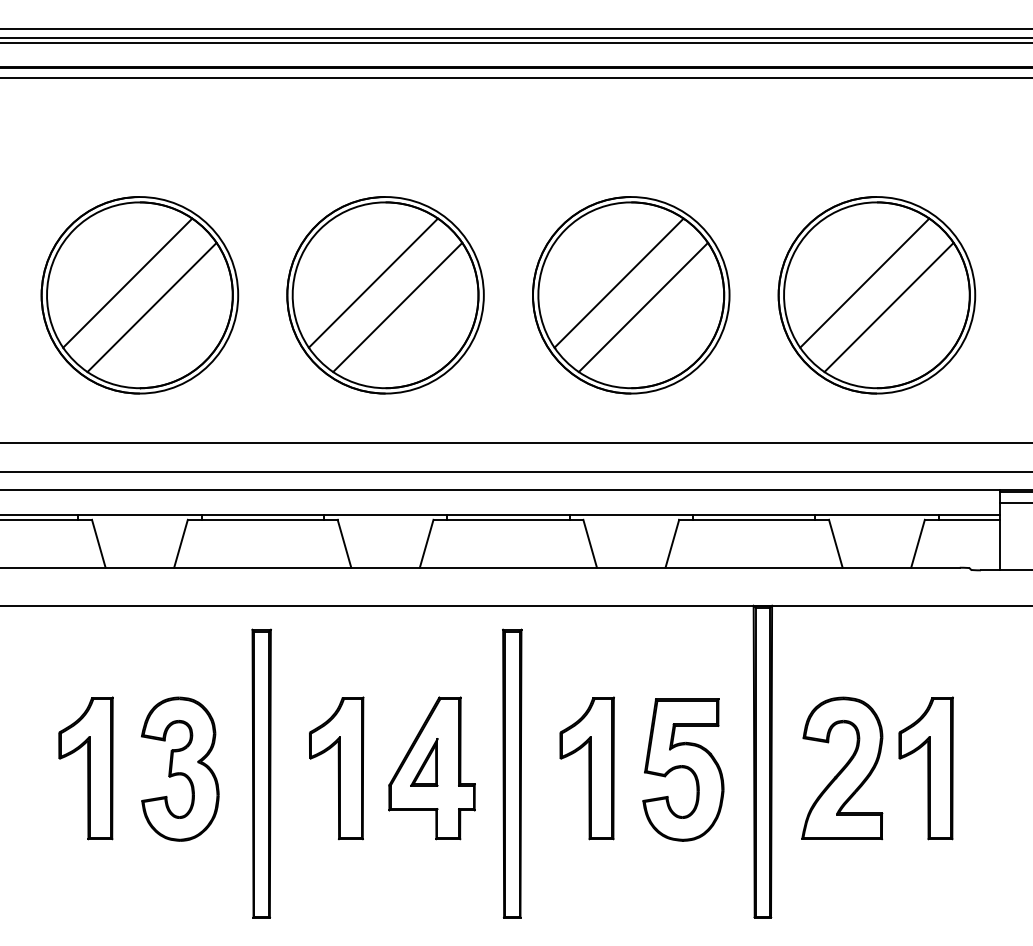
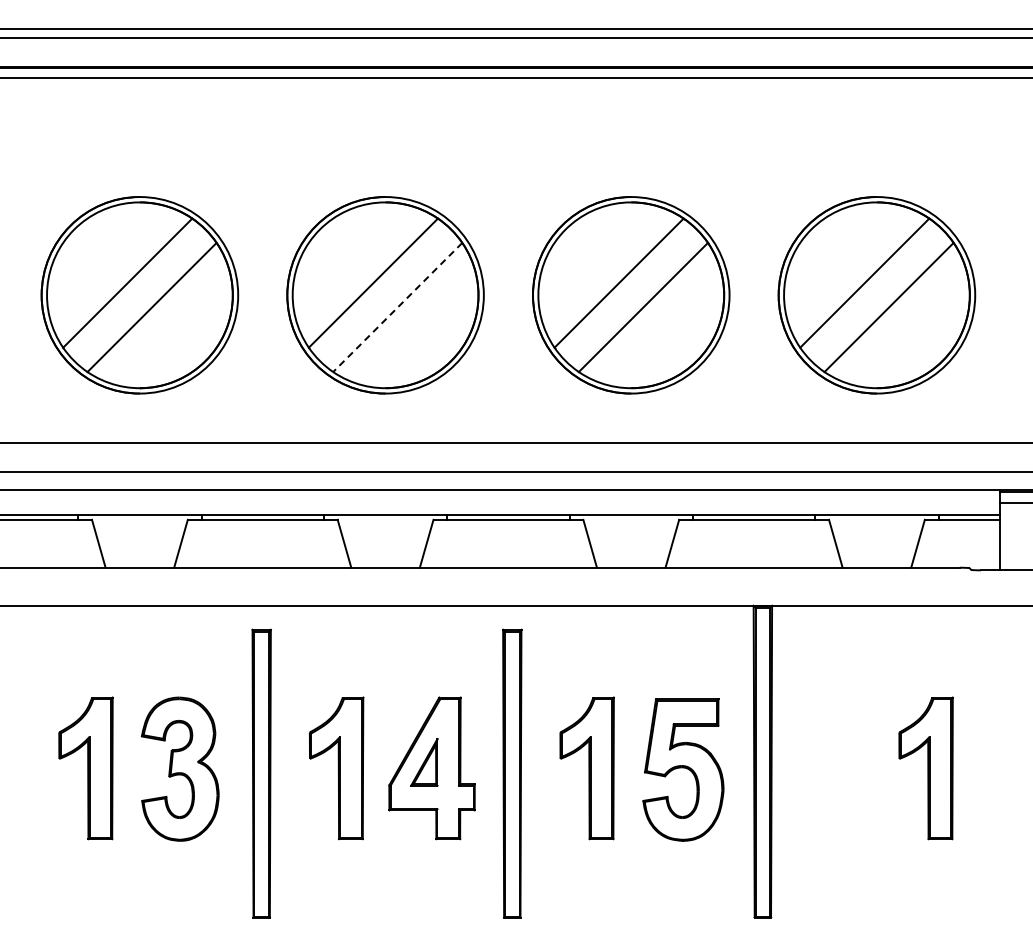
line at (515, 43): present -> none
line at (397, 307): solid -> dashed
part at (842, 768): present -> none
